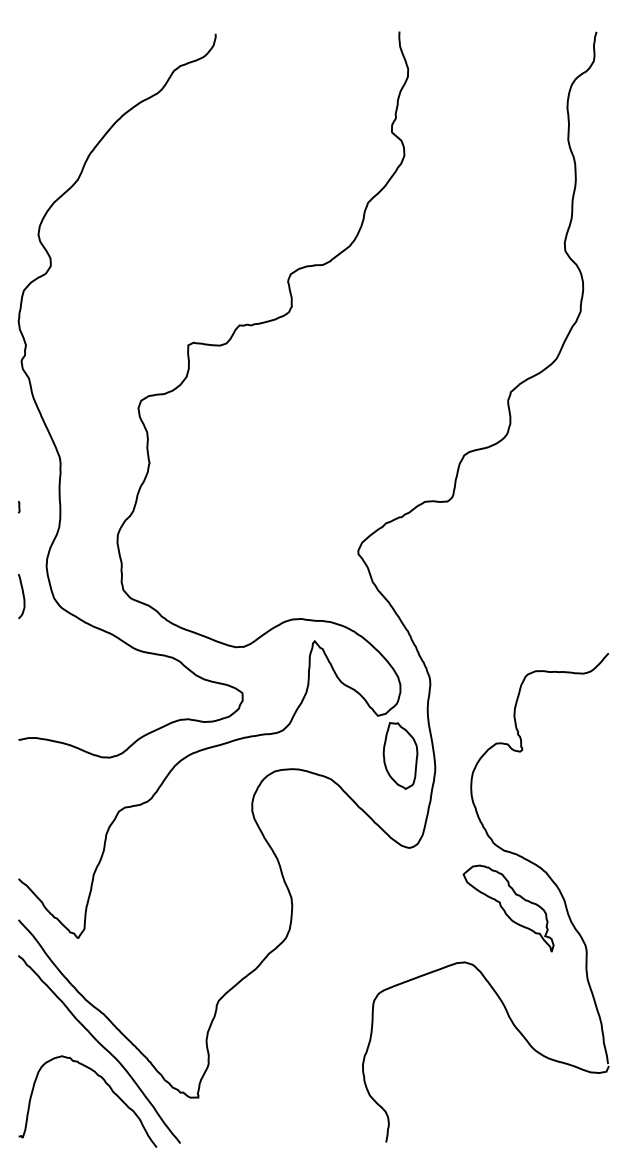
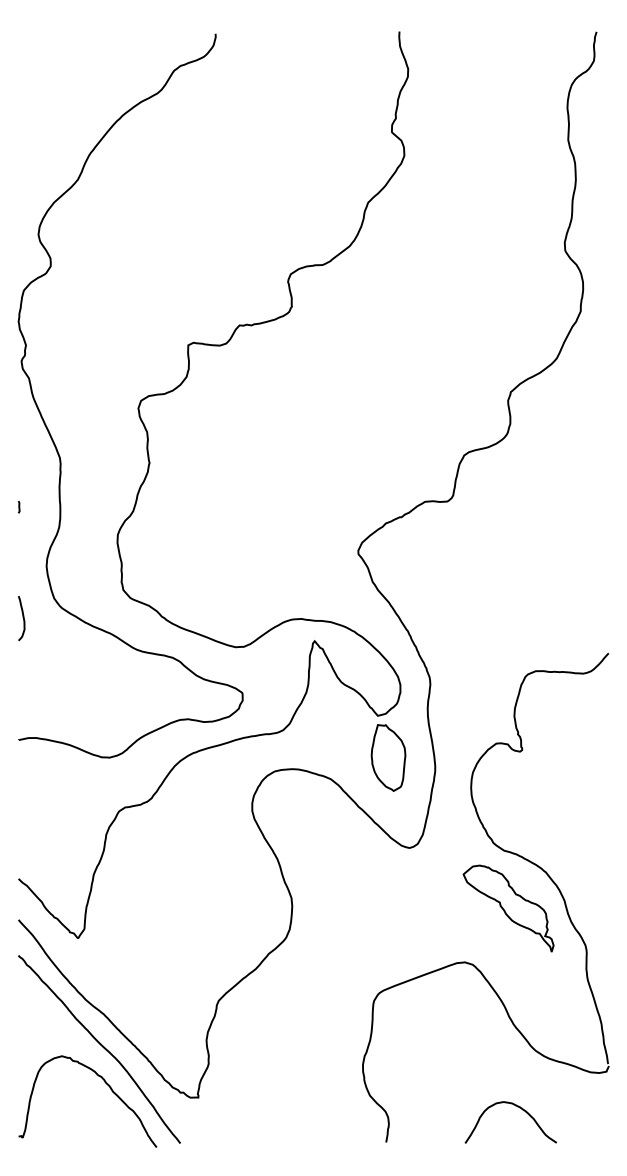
curve at (22, 596) position: (22, 596) -> (22, 618)
part at (400, 755) position: (400, 755) -> (388, 757)
curve at (517, 1107): none -> present
